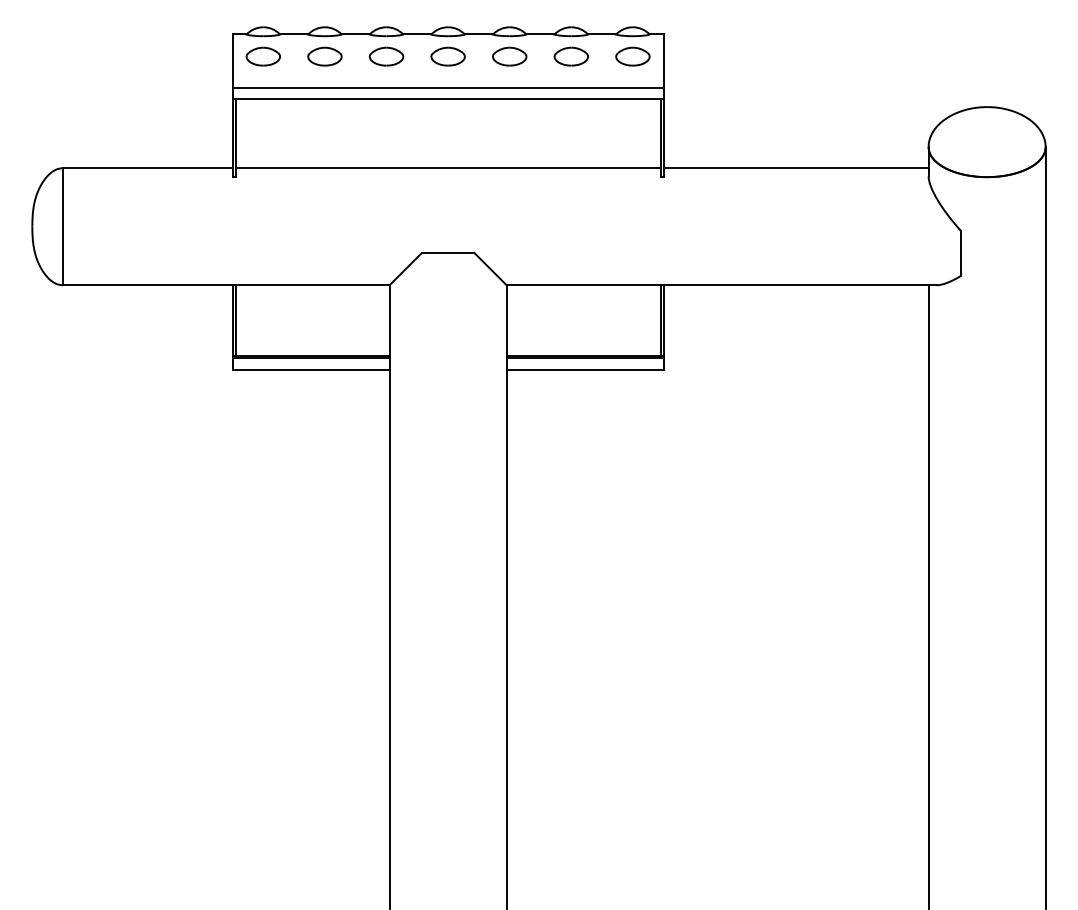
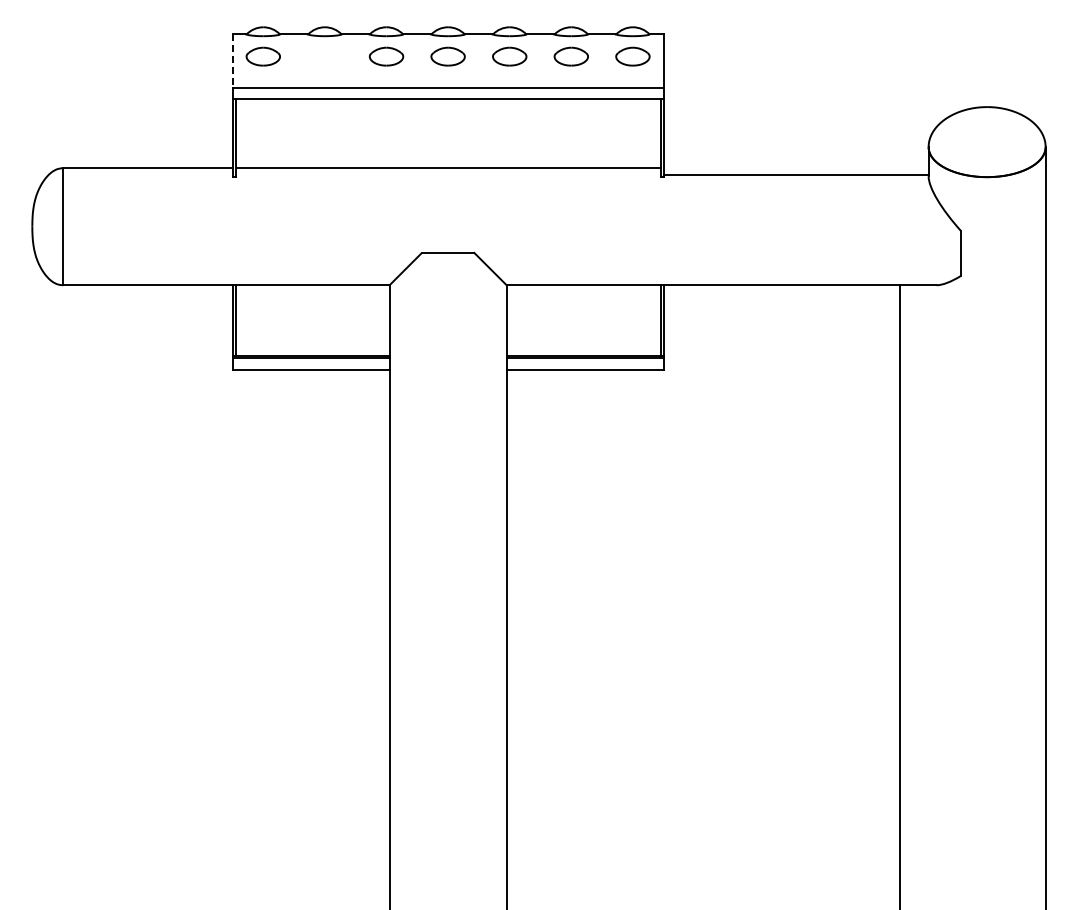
part at (324, 56): present -> none
line at (232, 61): solid -> dashed
line at (795, 168) position: (795, 168) -> (795, 175)
line at (928, 595) position: (928, 595) -> (899, 595)
